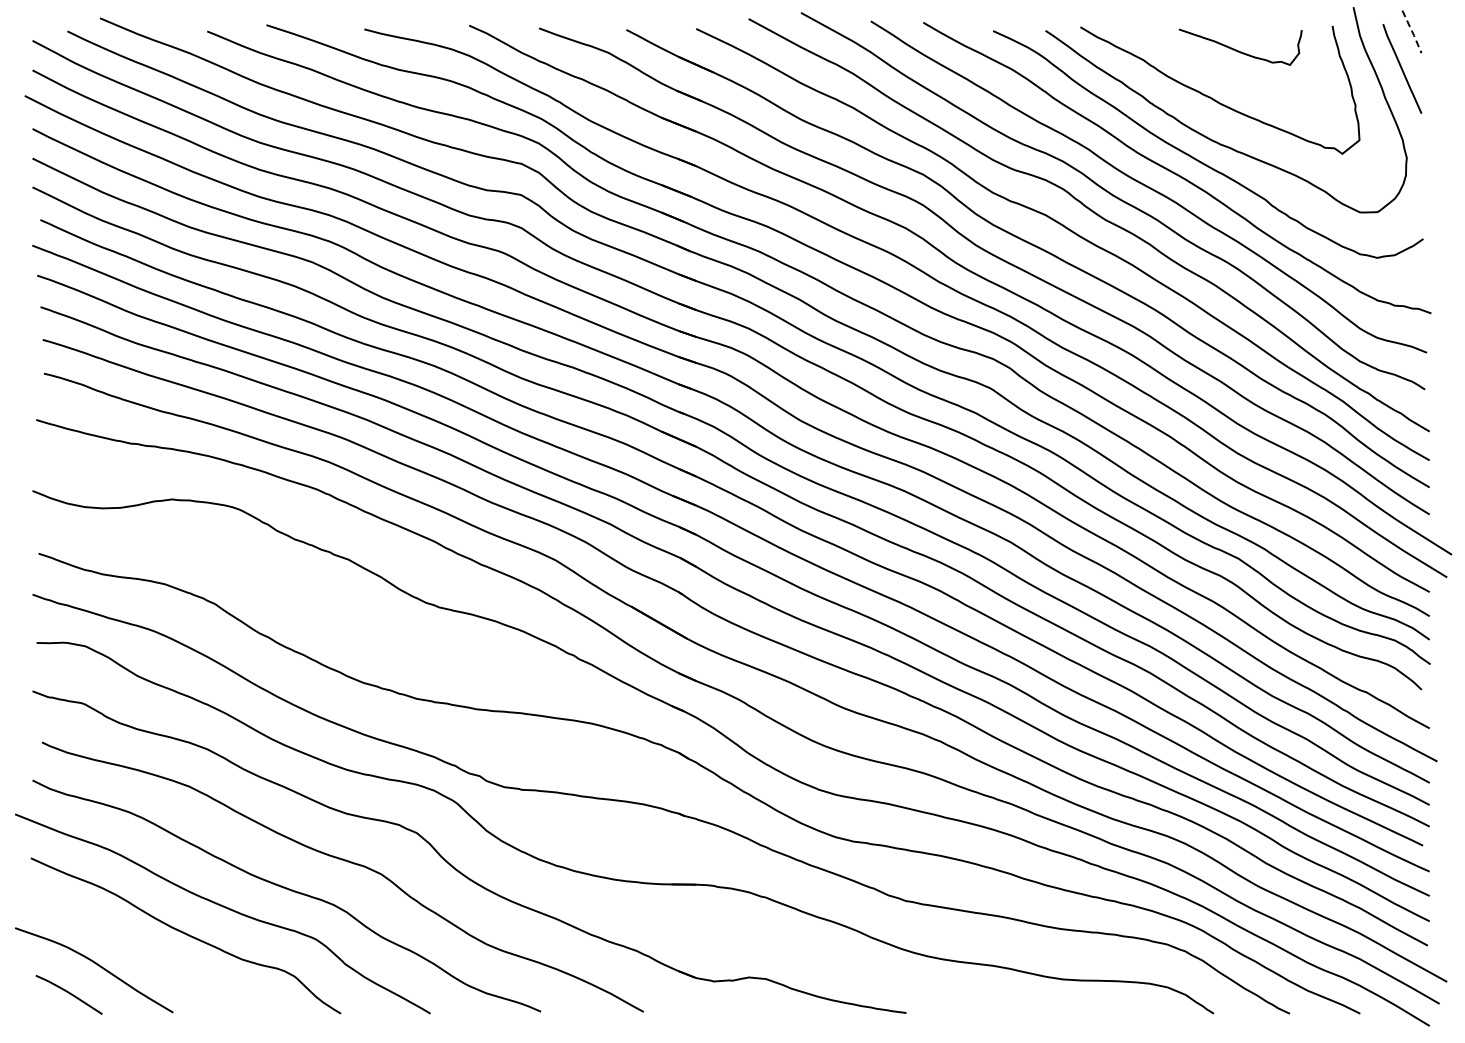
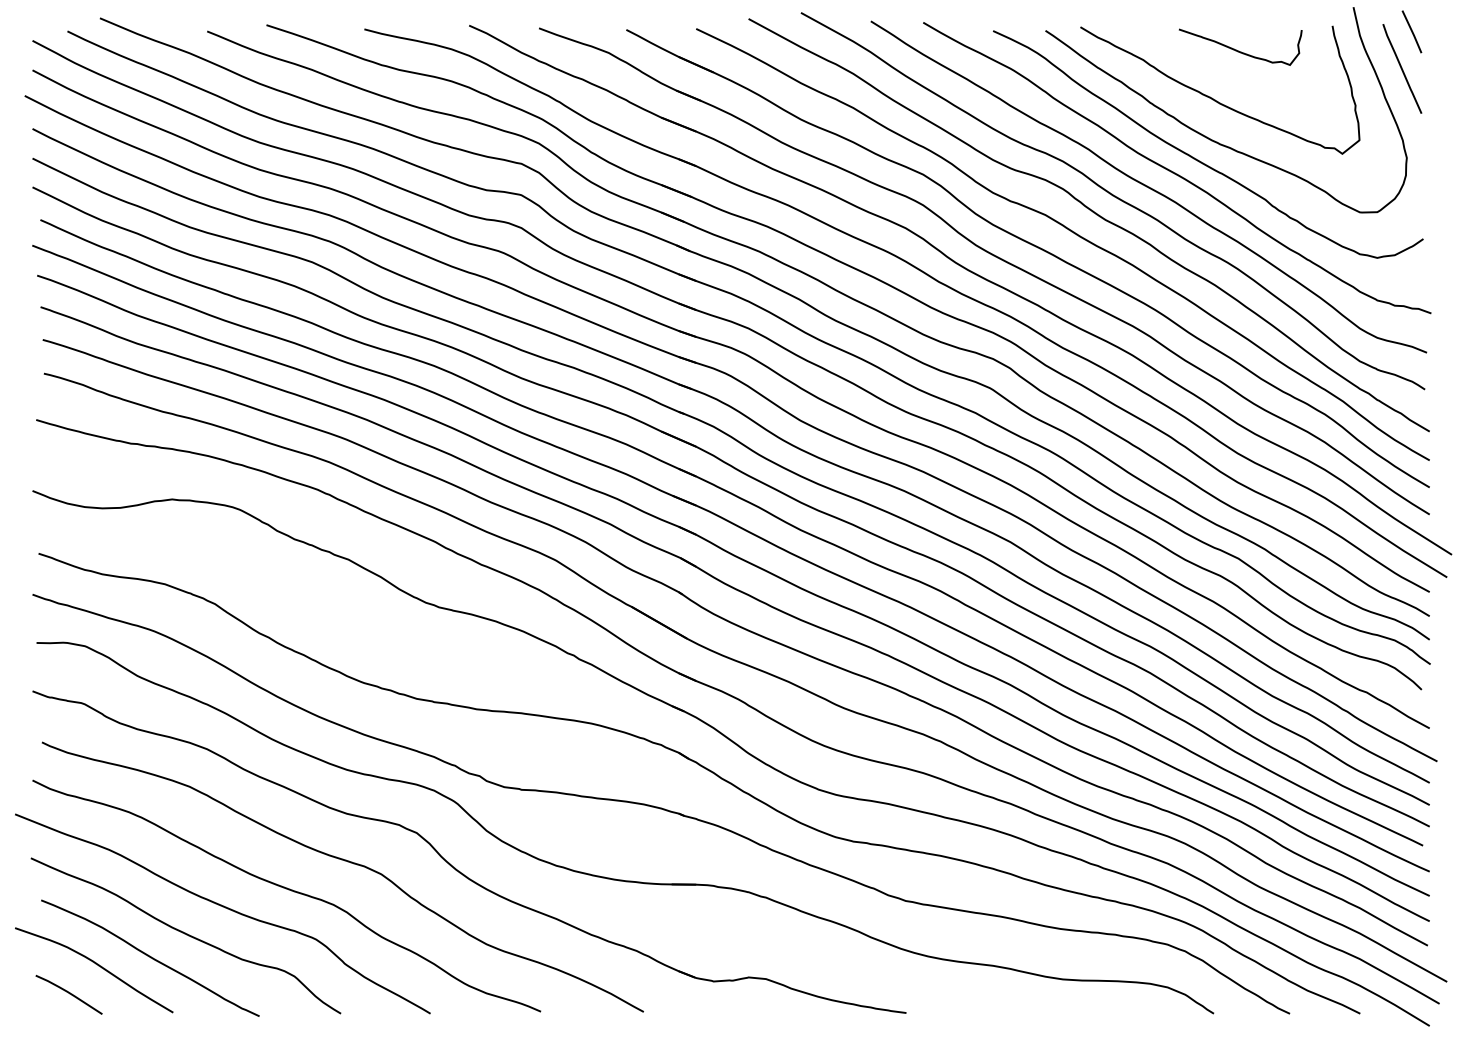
line at (1412, 32): dashed -> solid
curve at (150, 957): none -> present
